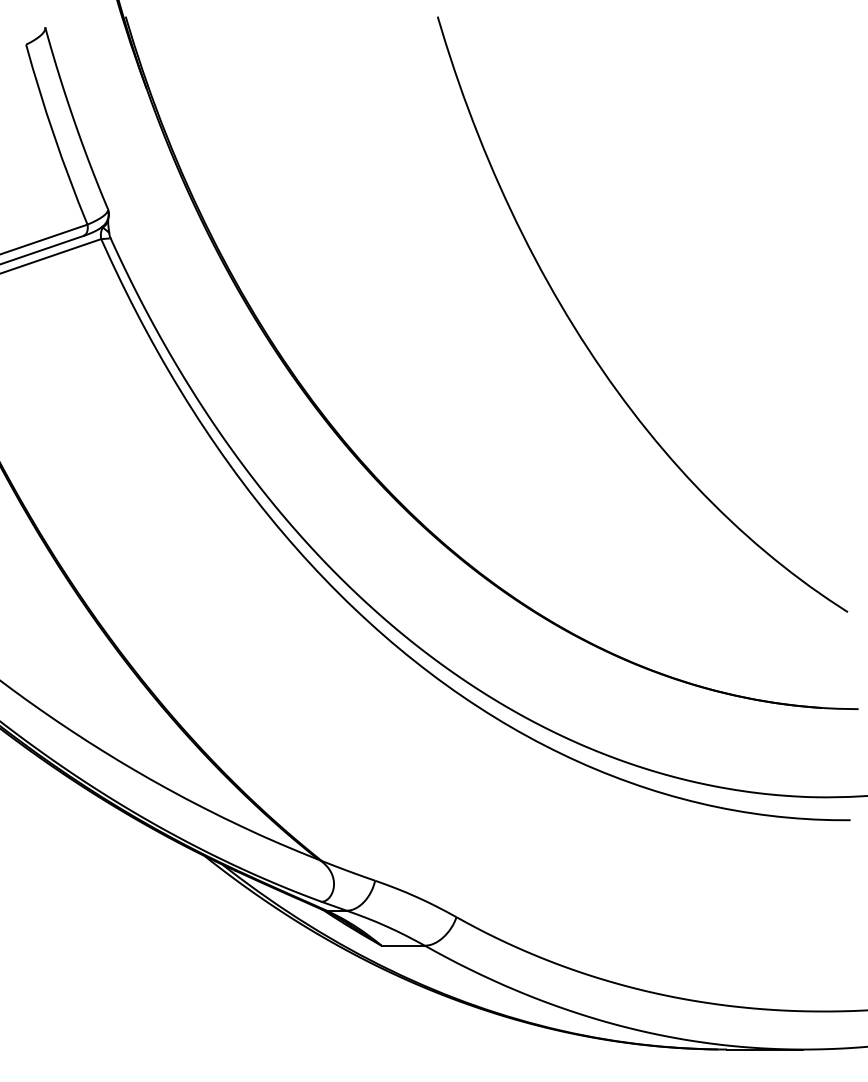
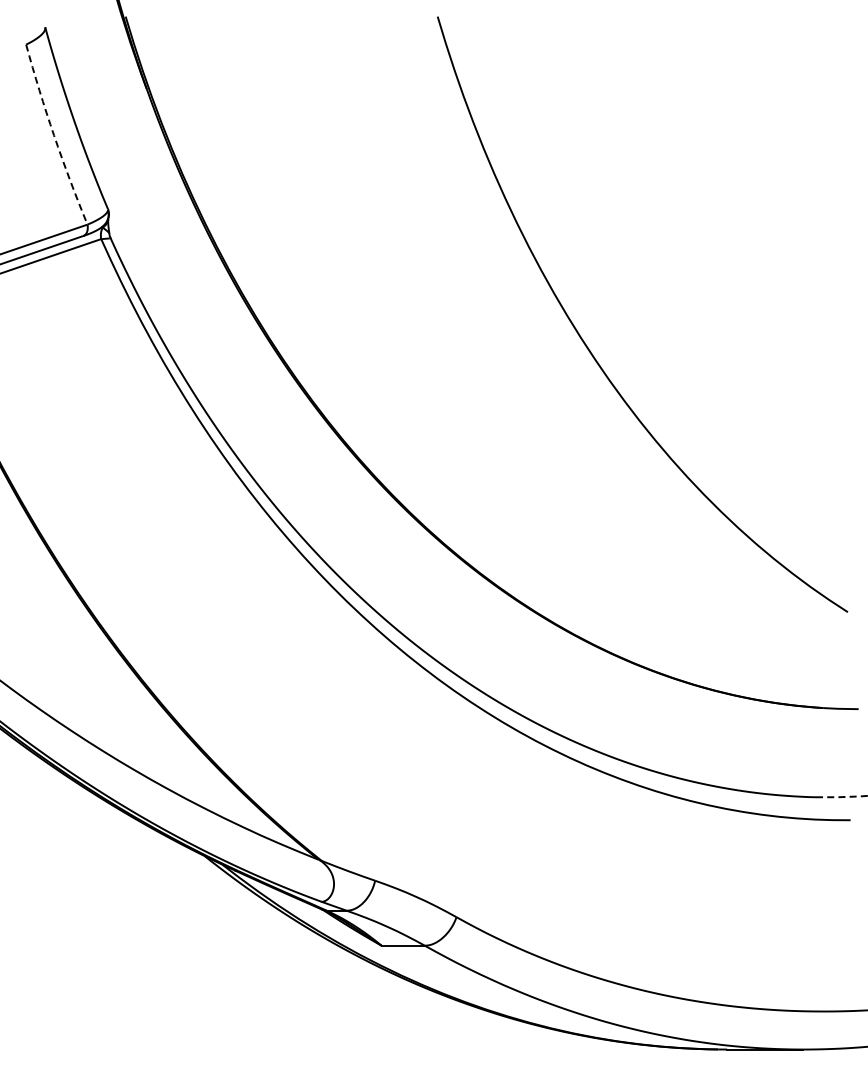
arc at (54, 135): solid -> dashed
arc at (841, 797): solid -> dashed
